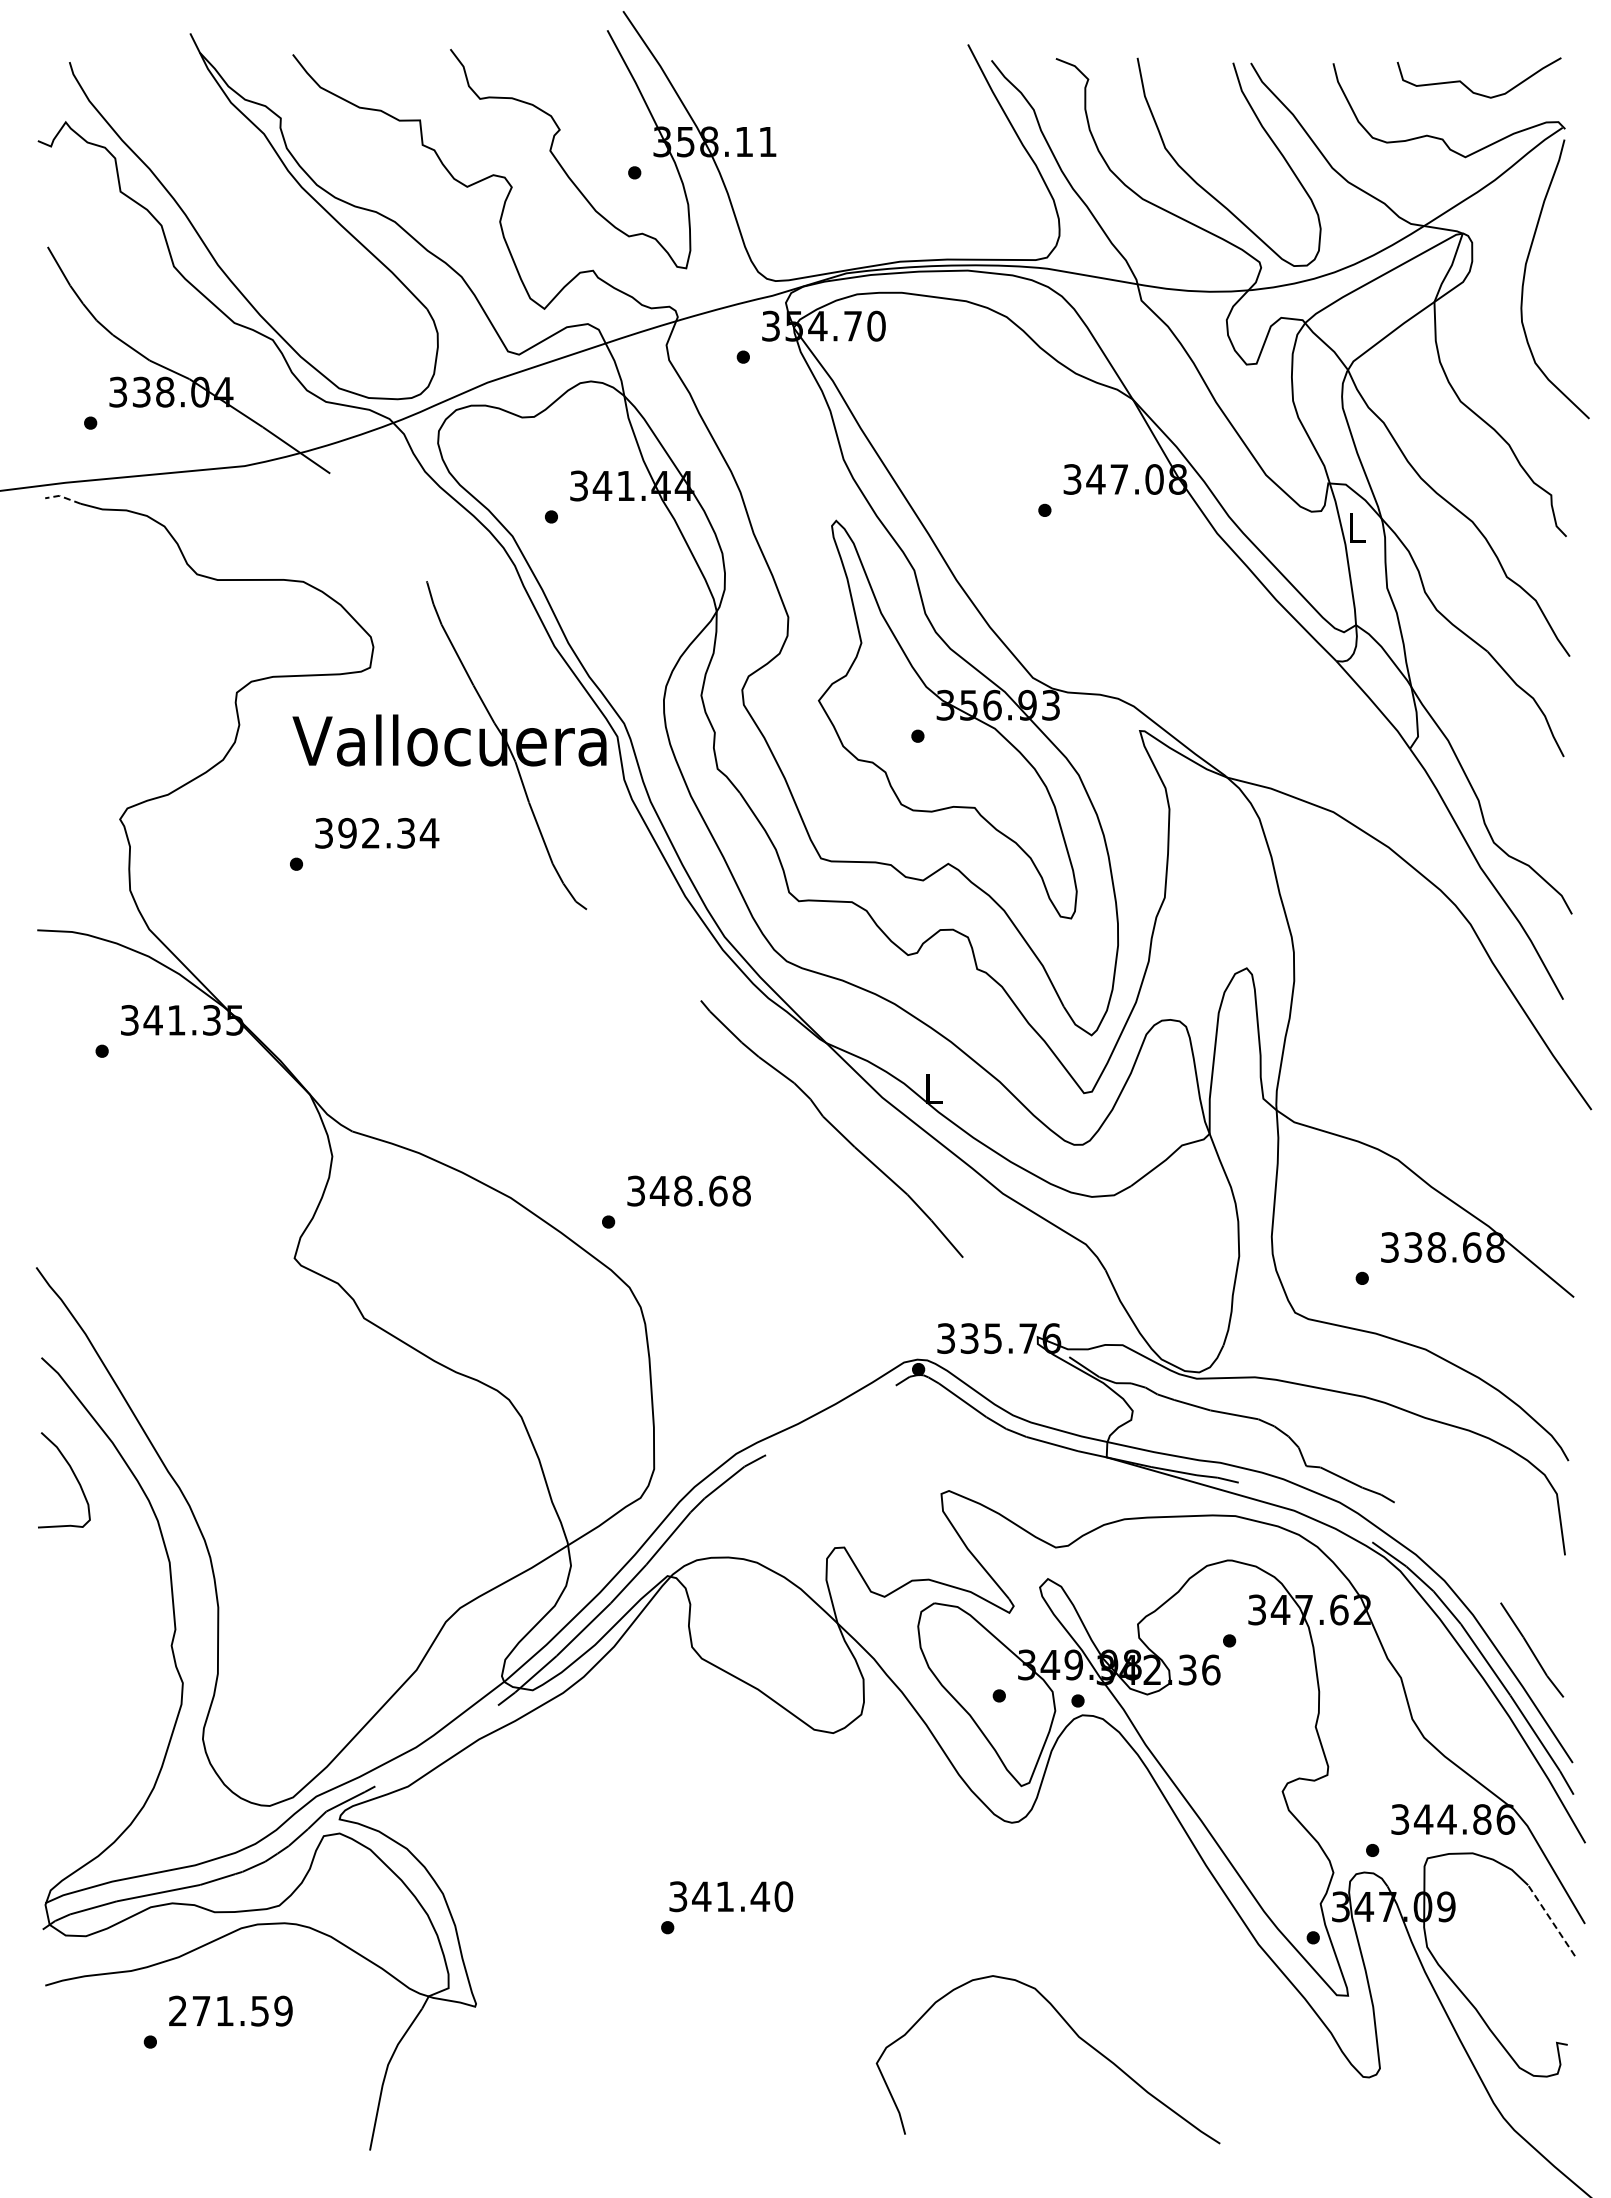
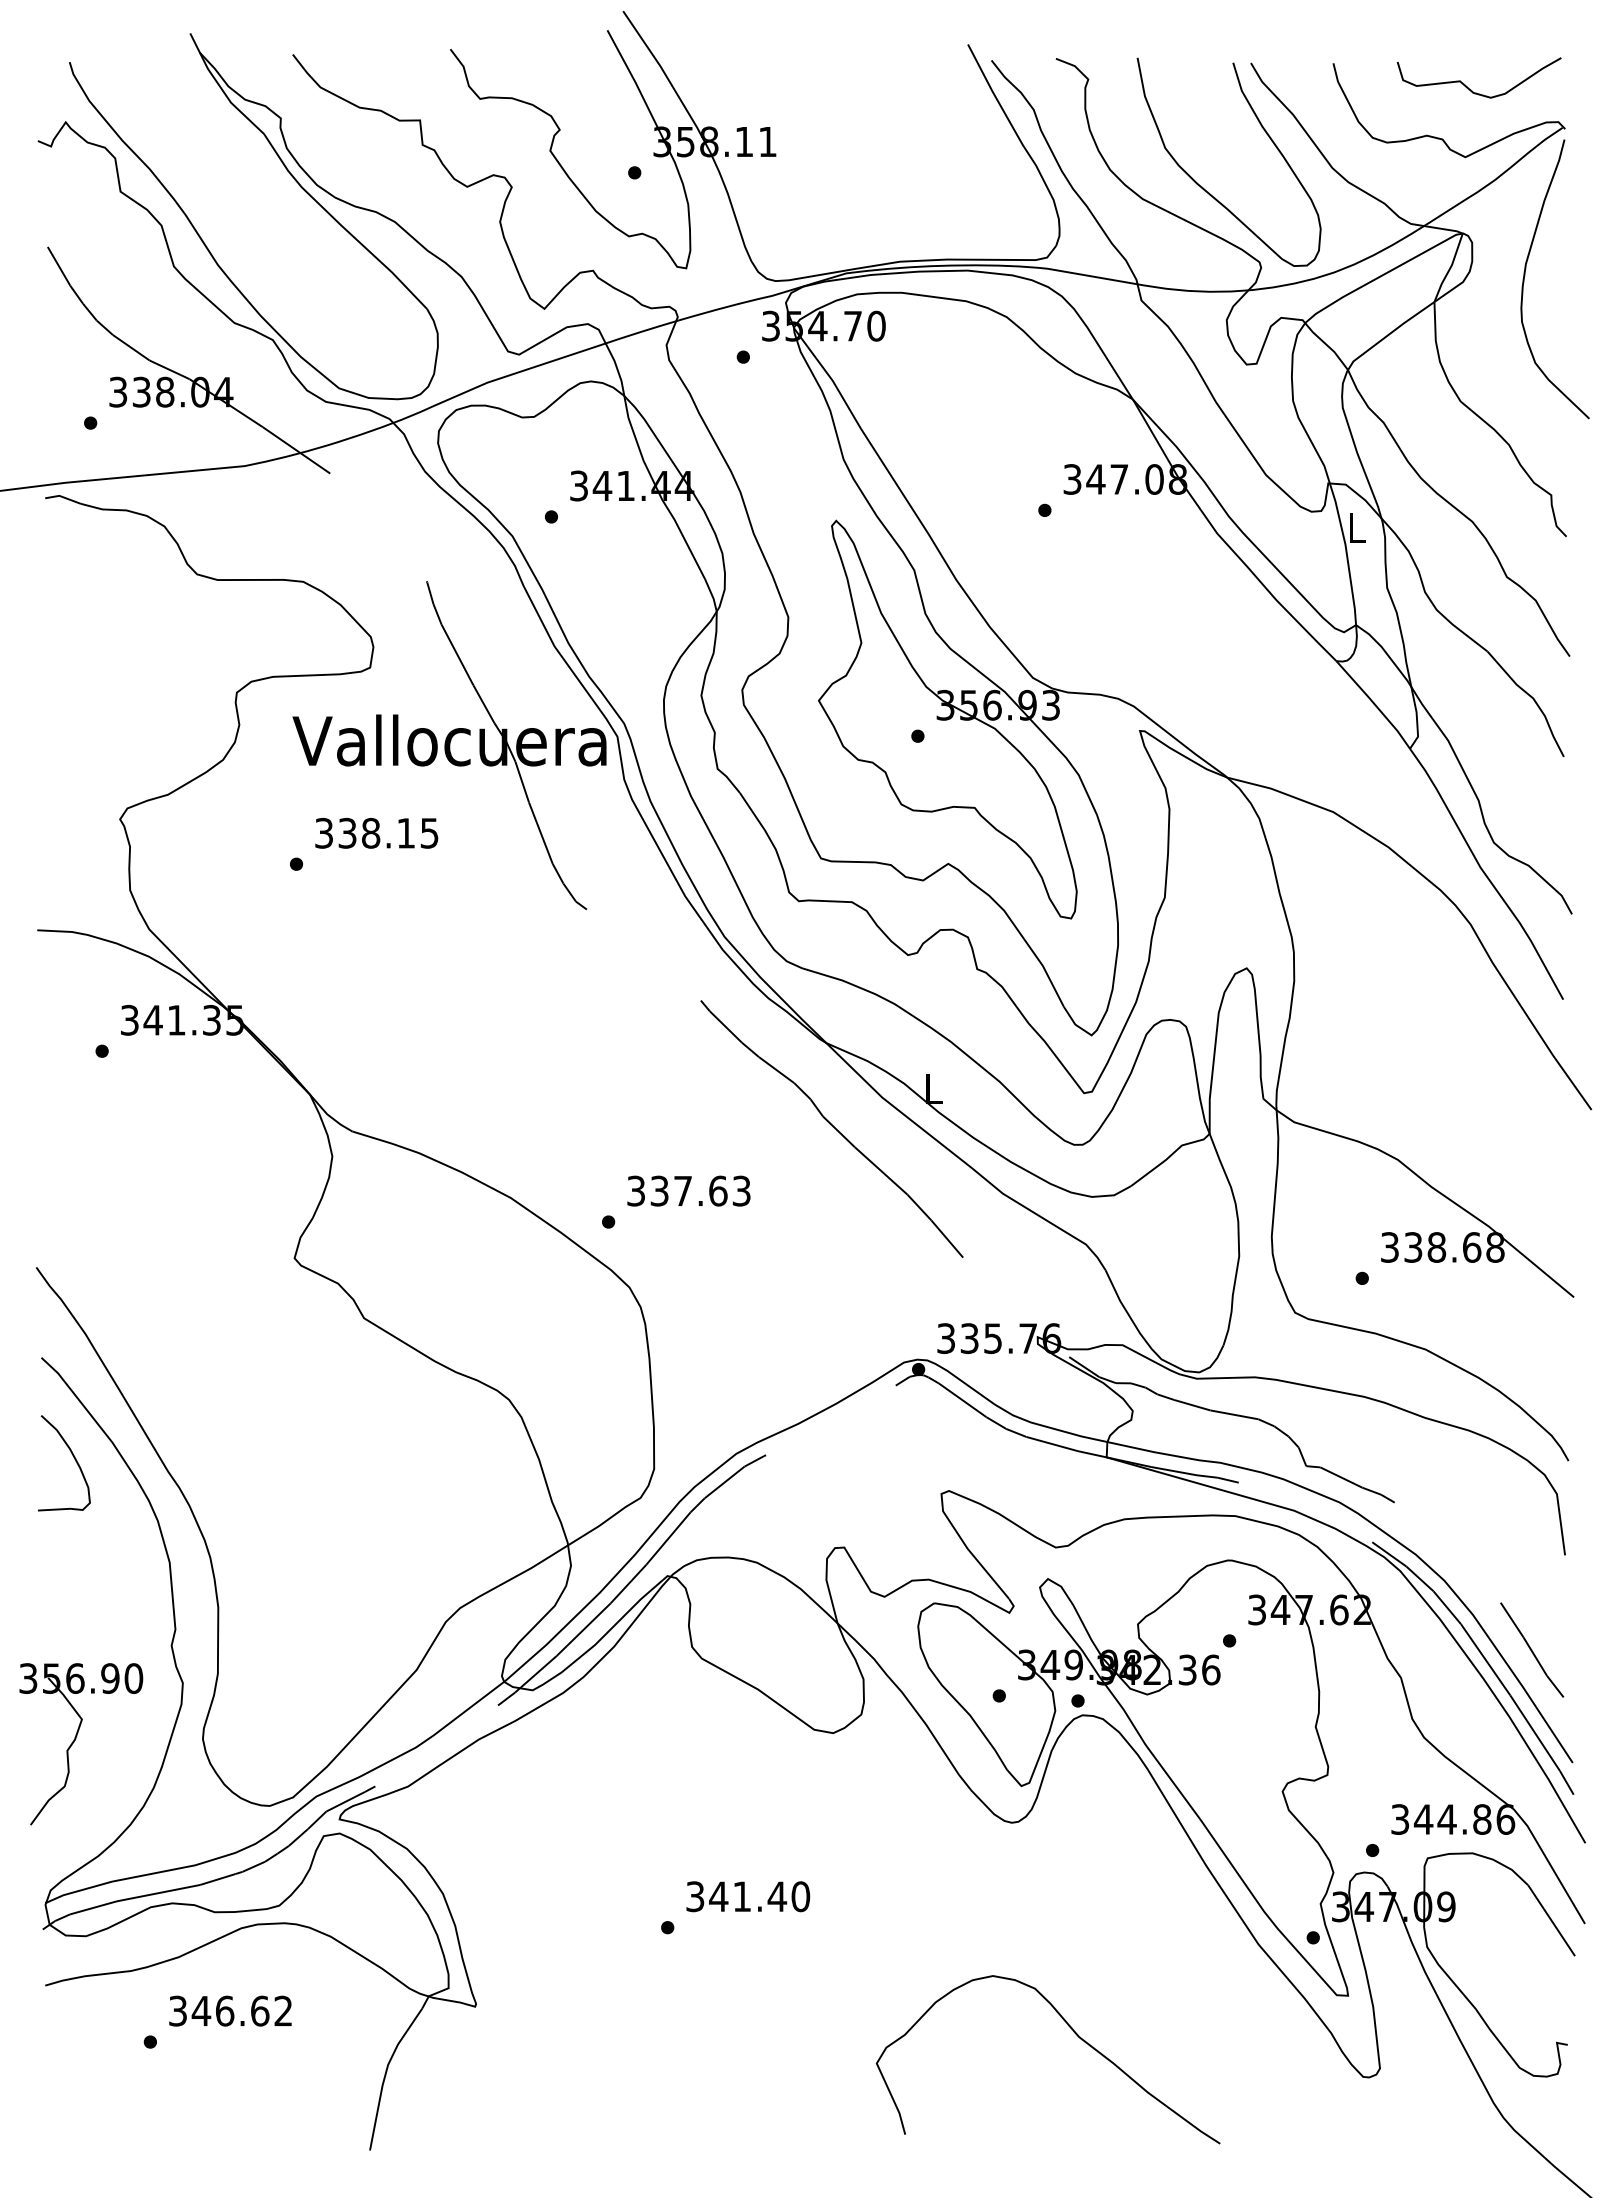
line at (62, 496): dashed -> solid
text at (388, 832): 392.34 -> 338.15
text at (699, 1190): 348.68 -> 337.63
curve at (74, 1476) position: (74, 1476) -> (74, 1459)
part at (75, 1740): none -> present
text at (731, 1896) position: (731, 1896) -> (748, 1896)
line at (1551, 1920): dashed -> solid
text at (230, 2010): 271.59 -> 346.62
